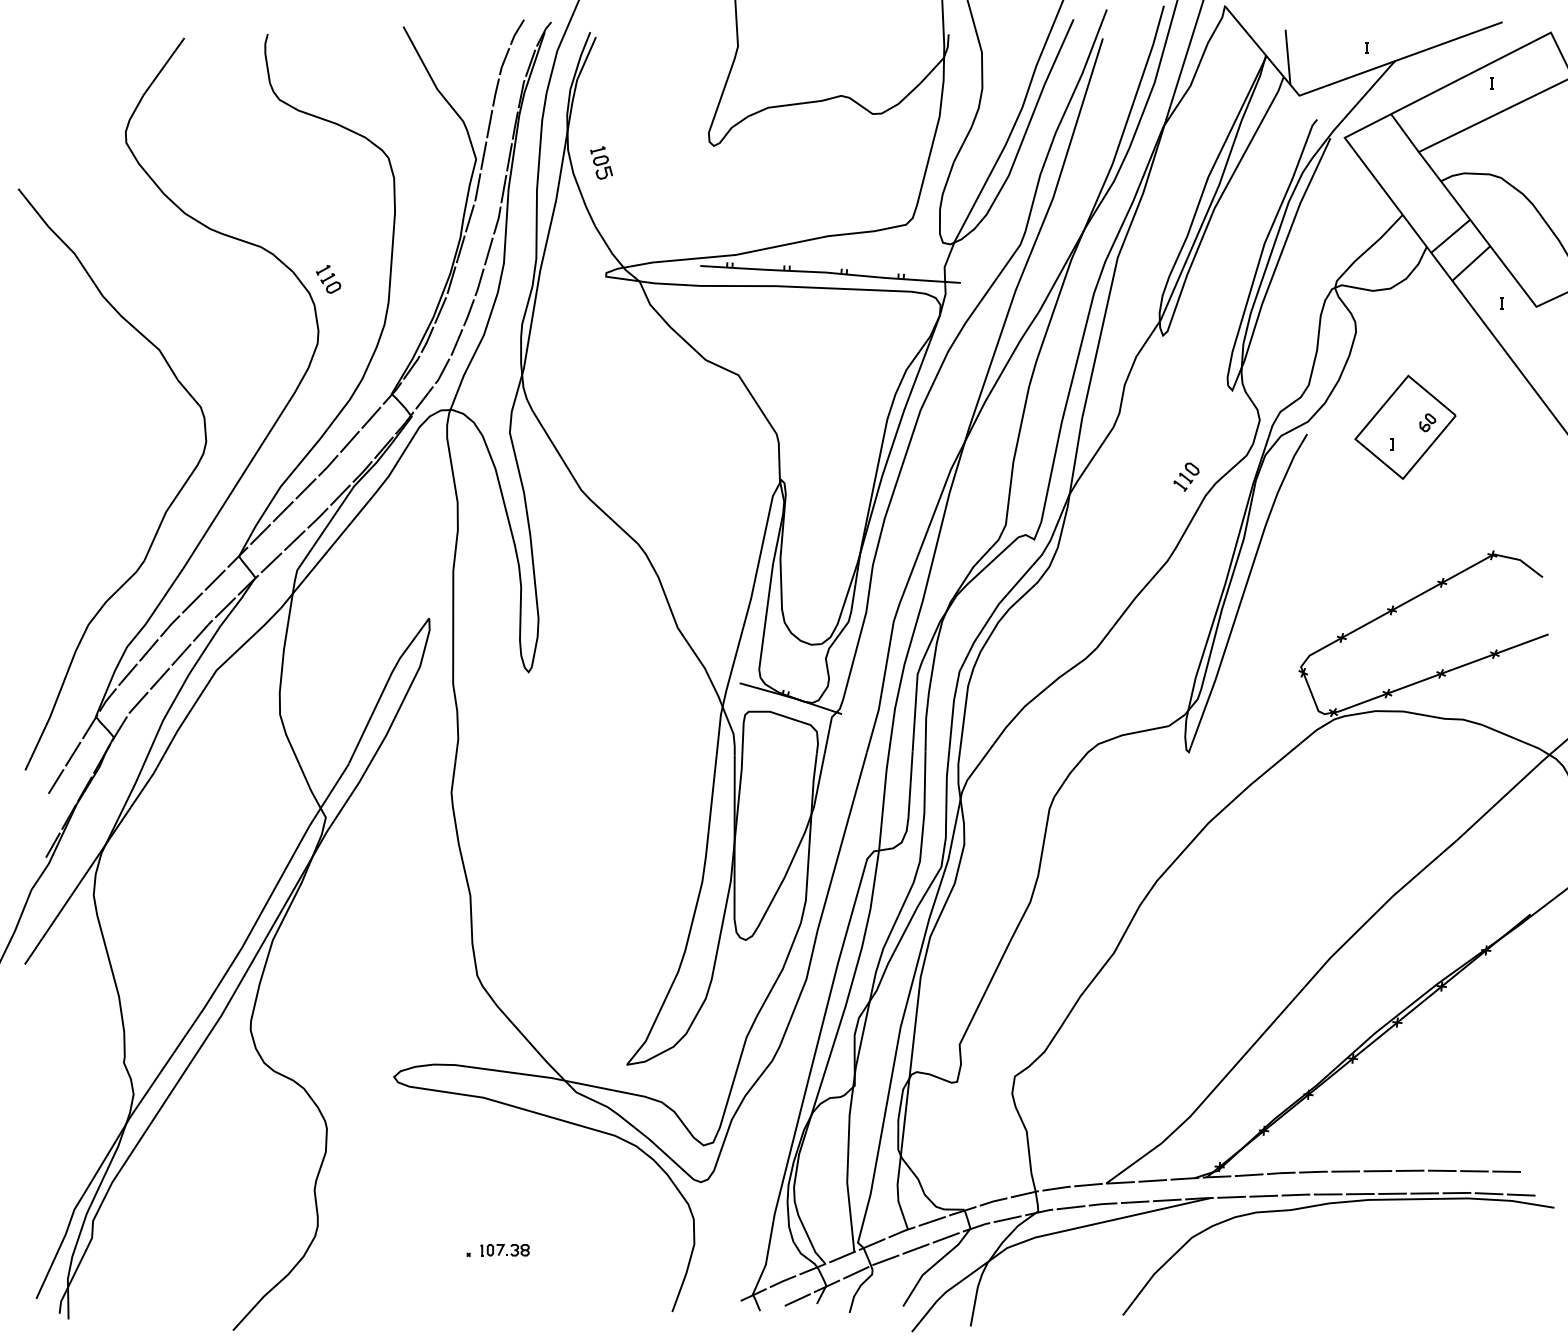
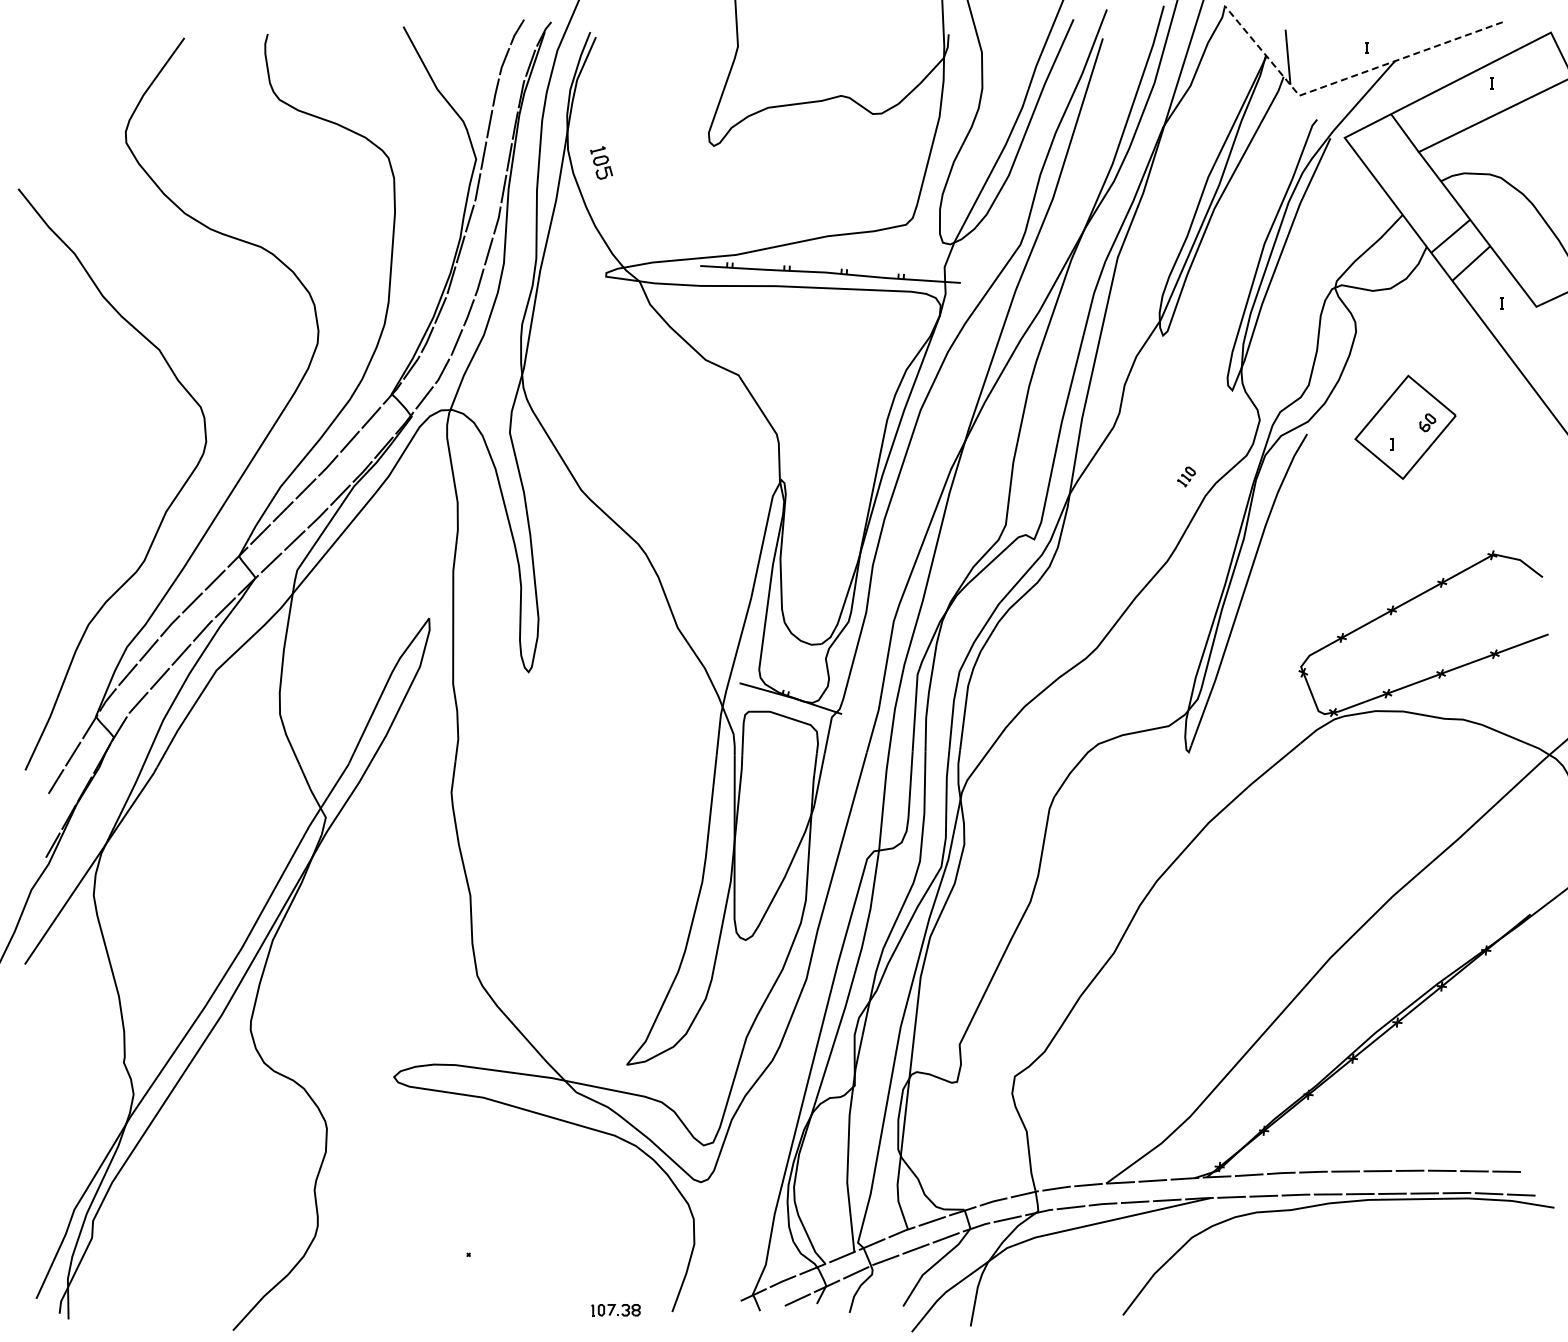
line at (1346, 78): solid -> dashed
part at (328, 279): present -> none
part at (1186, 476) size: 27x30 px -> 19x22 px
part at (504, 1250) position: (504, 1250) -> (615, 1310)
